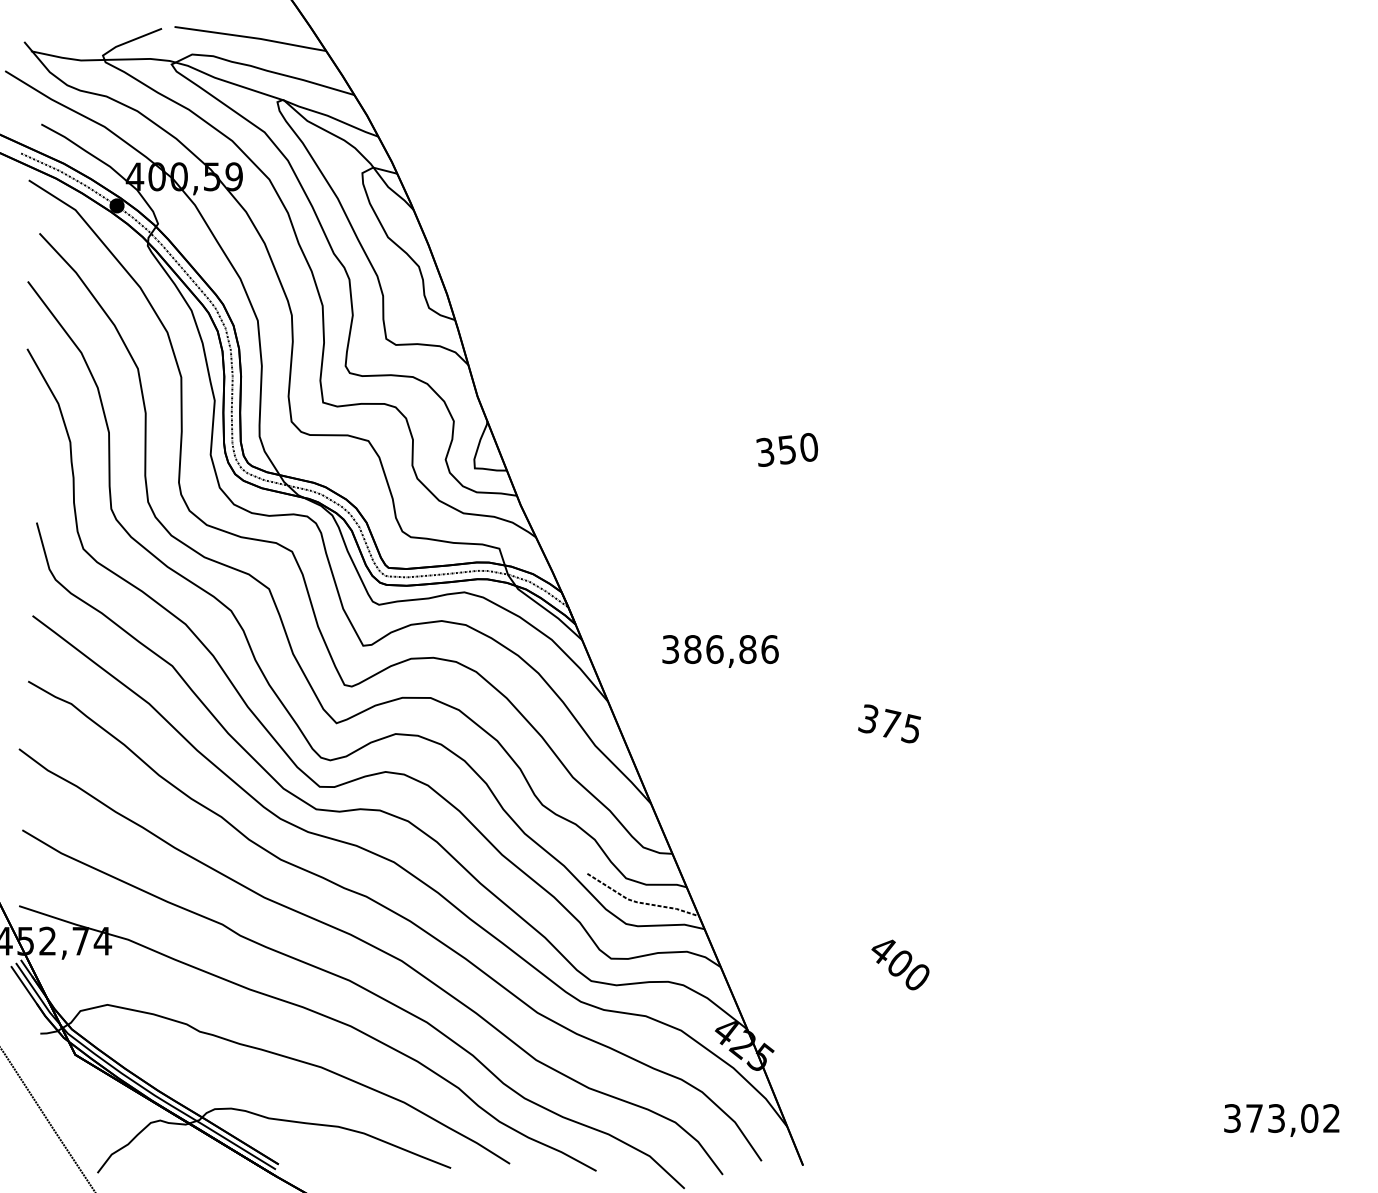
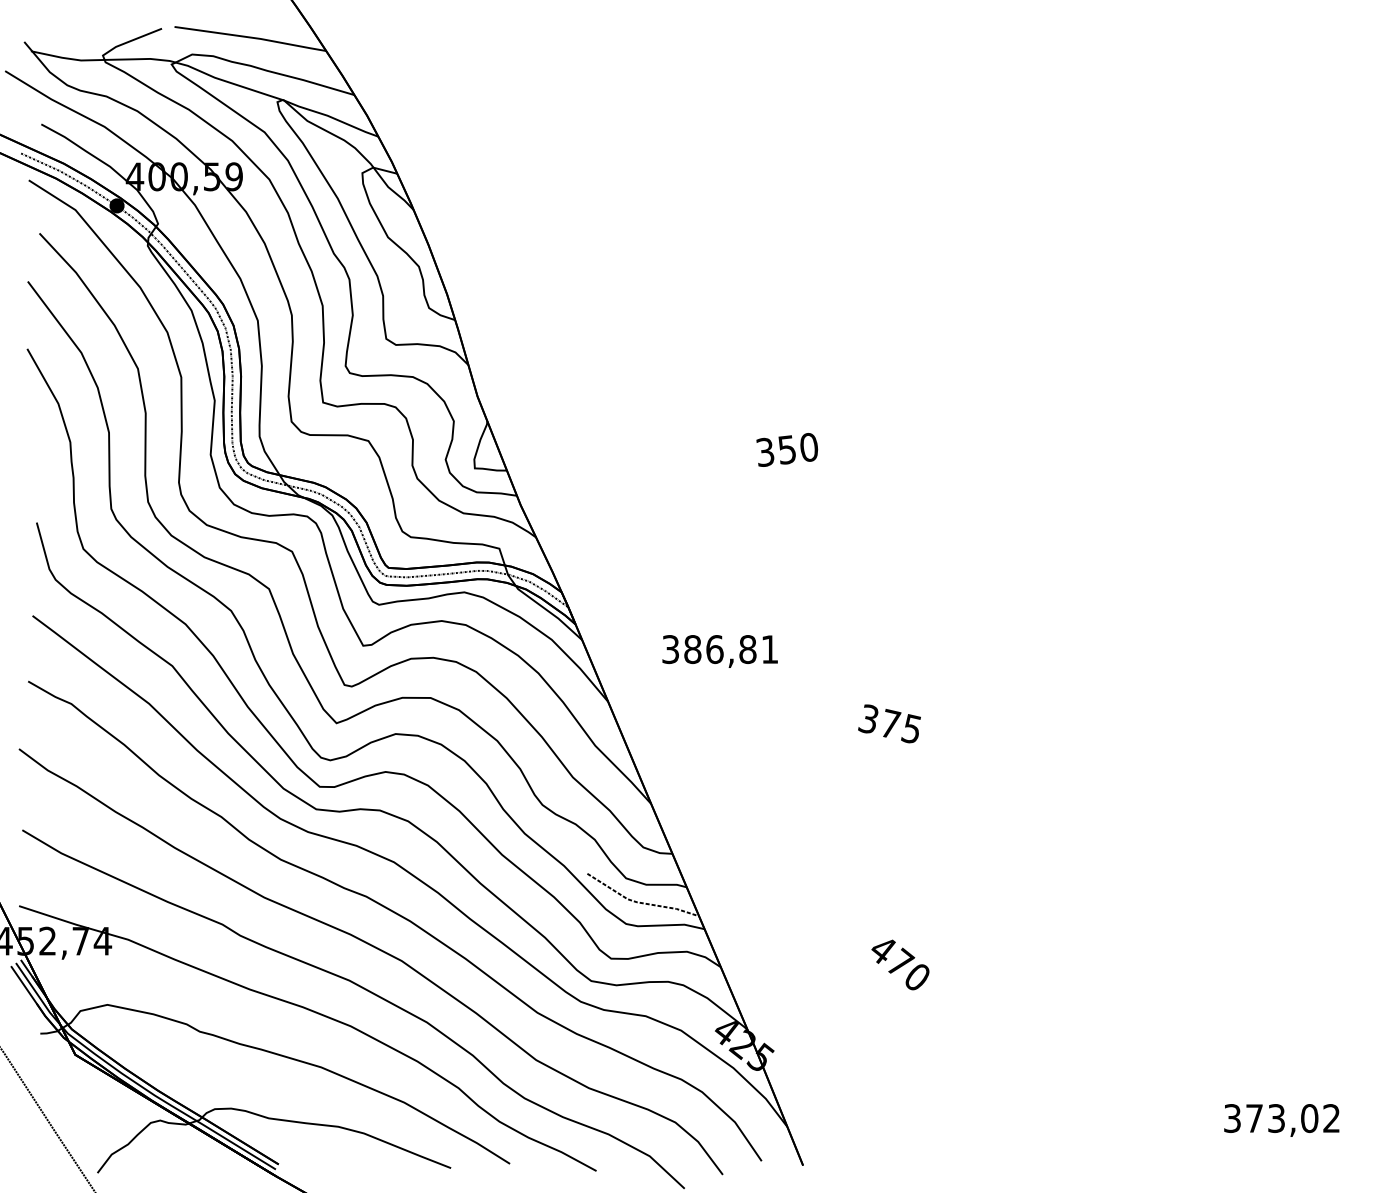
text at (769, 649): 386,86 -> 386,81
text at (901, 961): 400 -> 470
